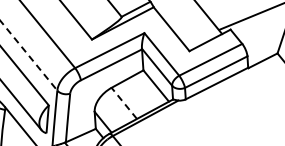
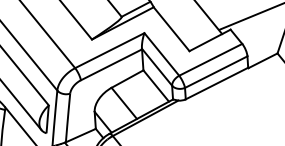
line at (28, 55): dashed -> solid
line at (123, 103): dashed -> solid
